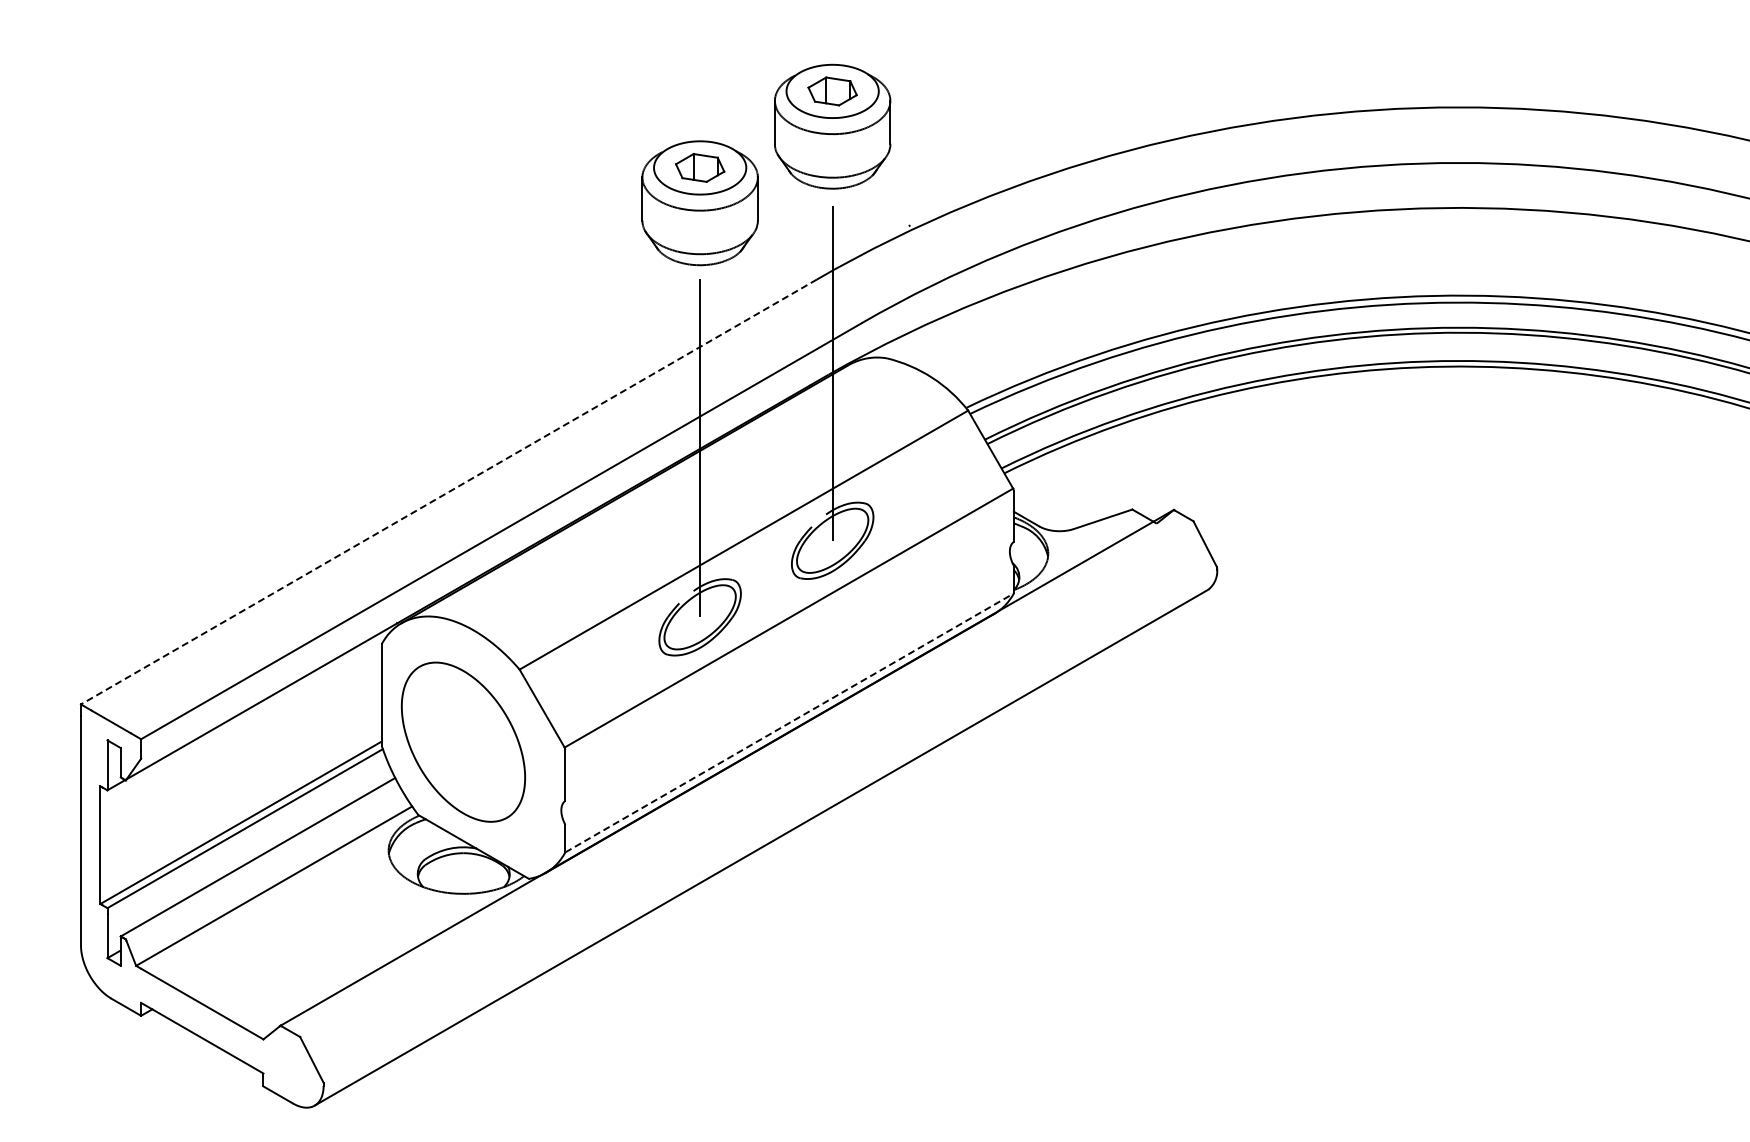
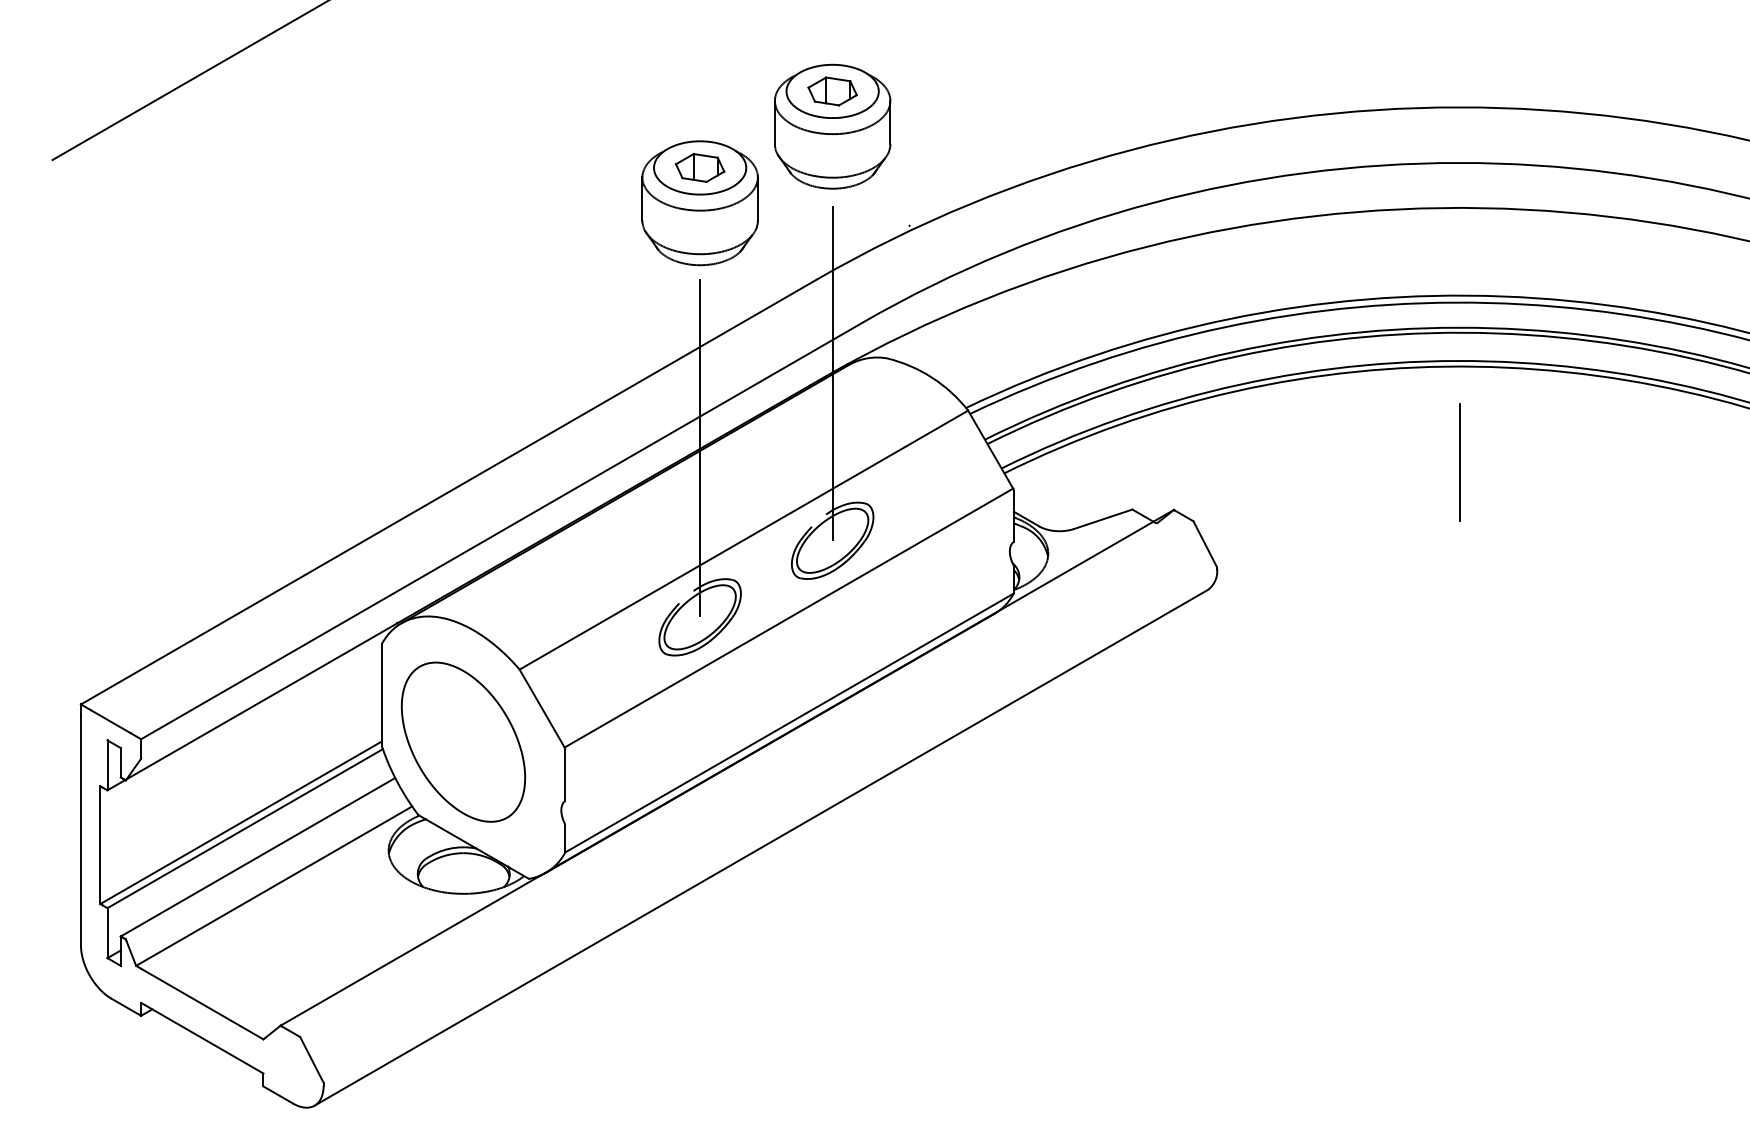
line at (188, 81): none -> present
line at (1459, 462): none -> present
line at (448, 492): dashed -> solid
line at (789, 722): dashed -> solid
